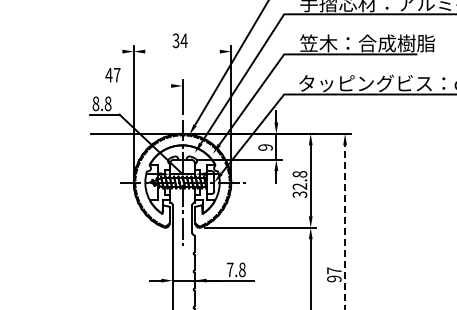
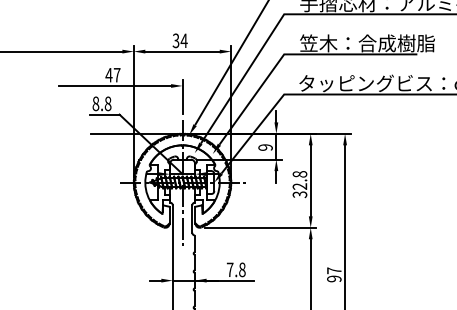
line at (62, 51): none -> present
line at (182, 51): none -> present
line at (115, 85): none -> present
line at (345, 227): dashed -> solid
